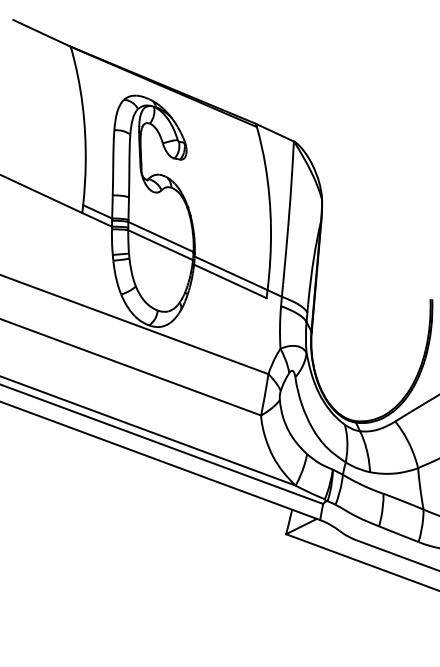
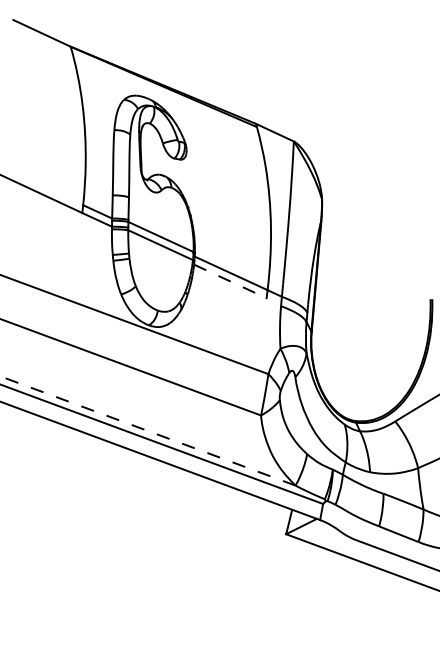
line at (230, 281): solid -> dashed
line at (147, 430): solid -> dashed
